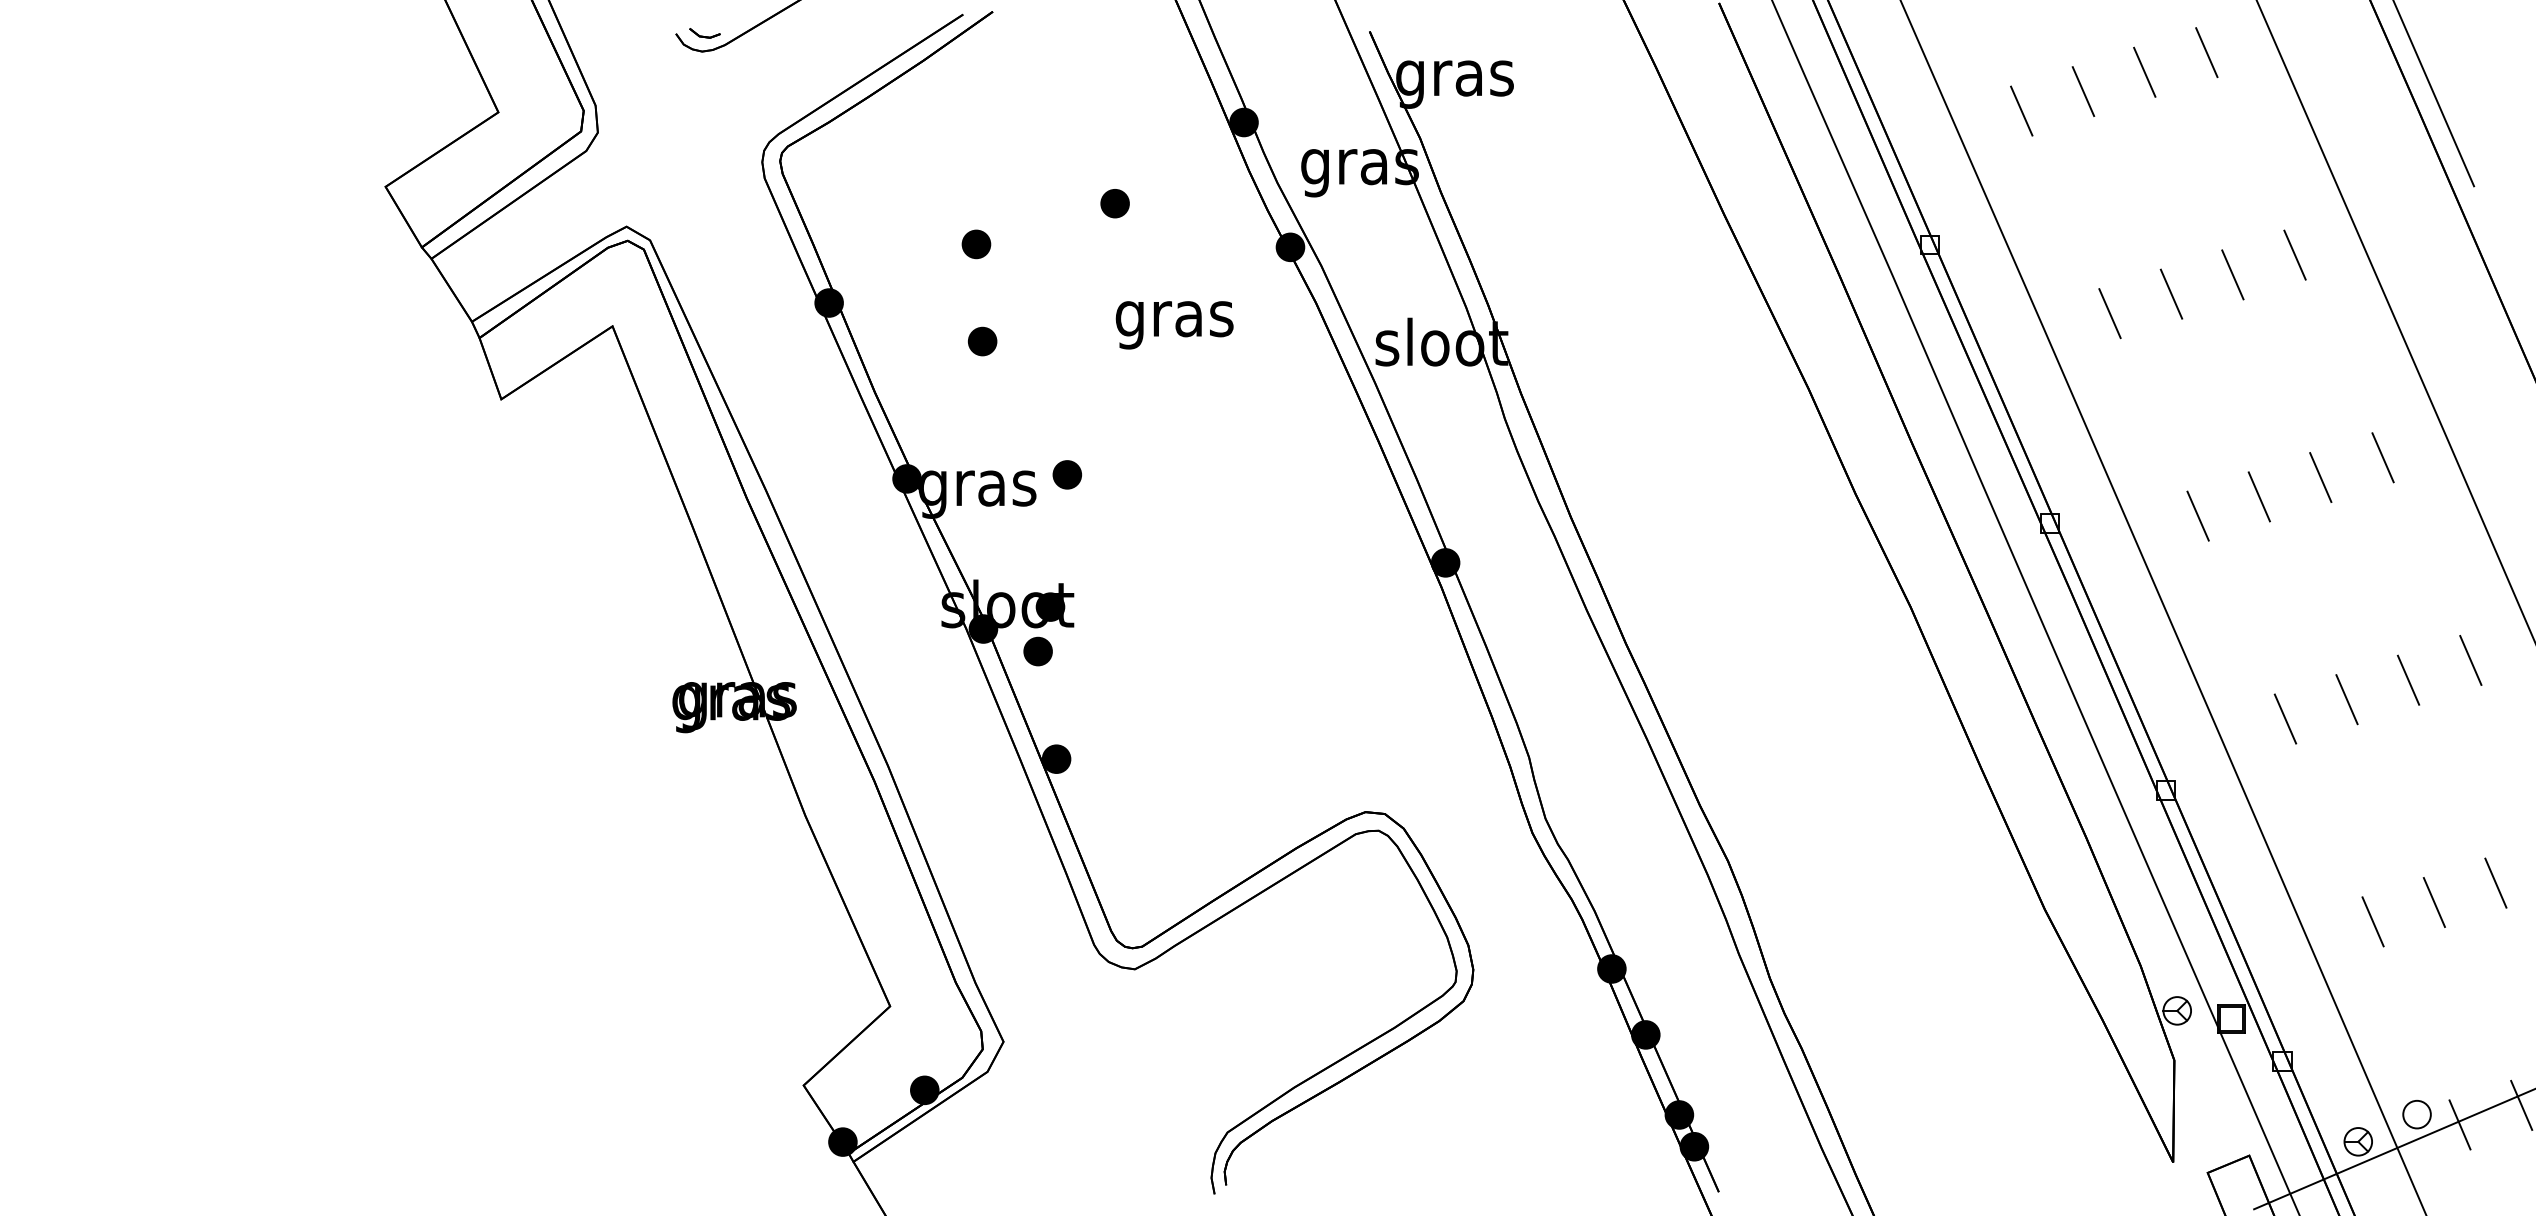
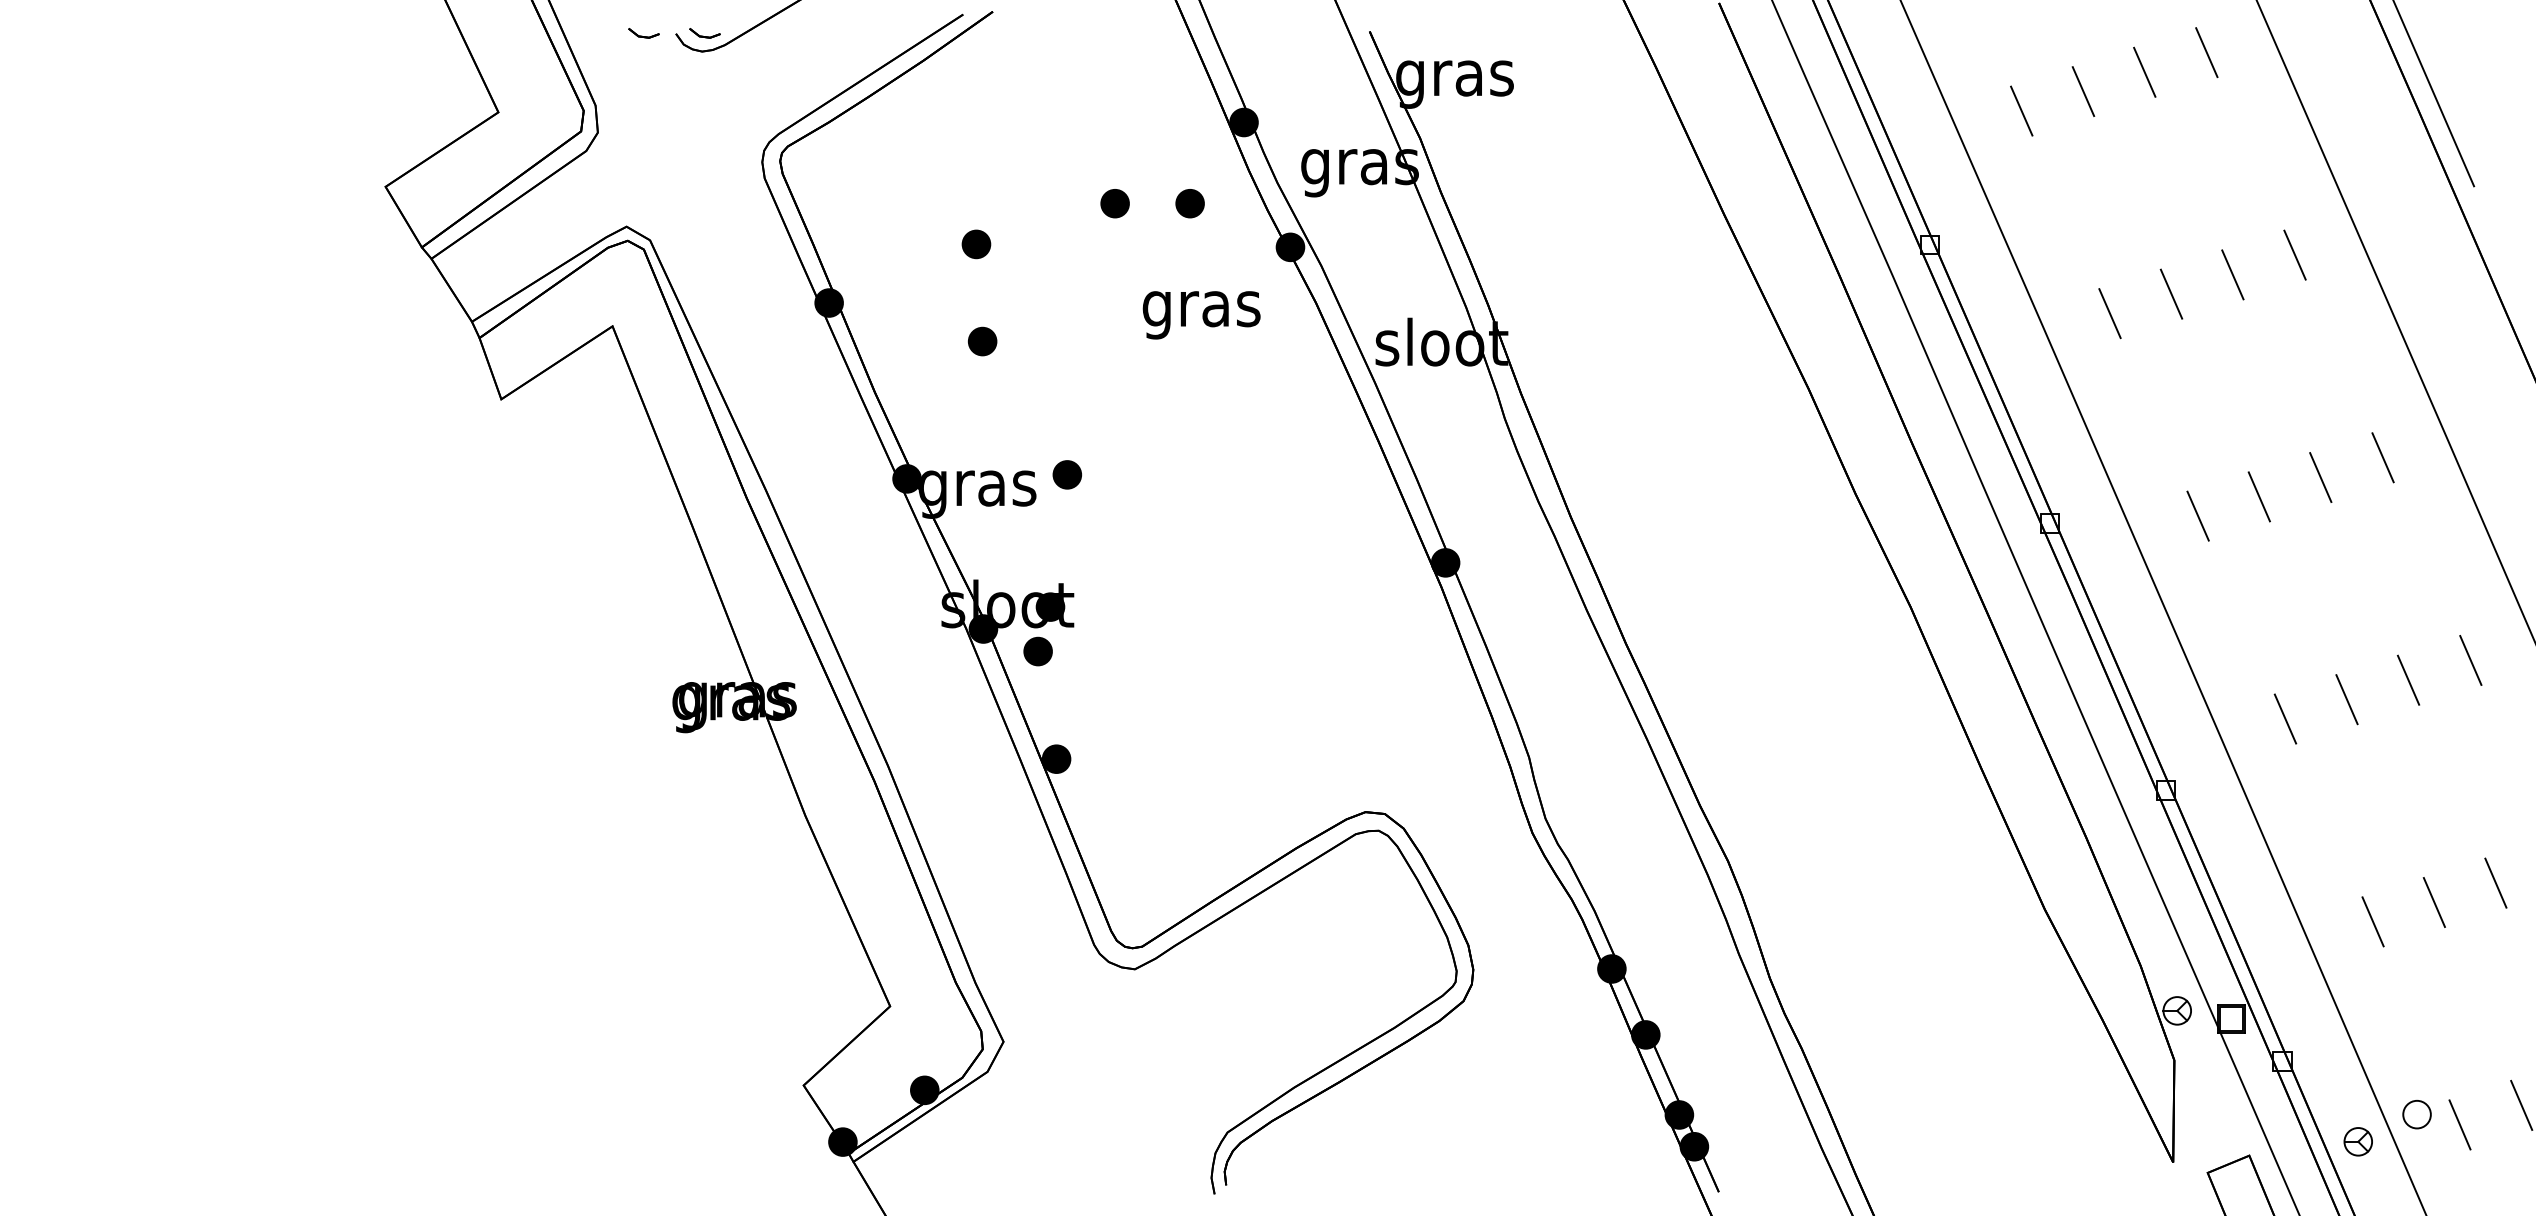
part at (643, 33): none -> present
part at (1189, 203): none -> present
text at (1174, 325) position: (1174, 325) -> (1201, 315)
line at (2393, 1149): present -> none
